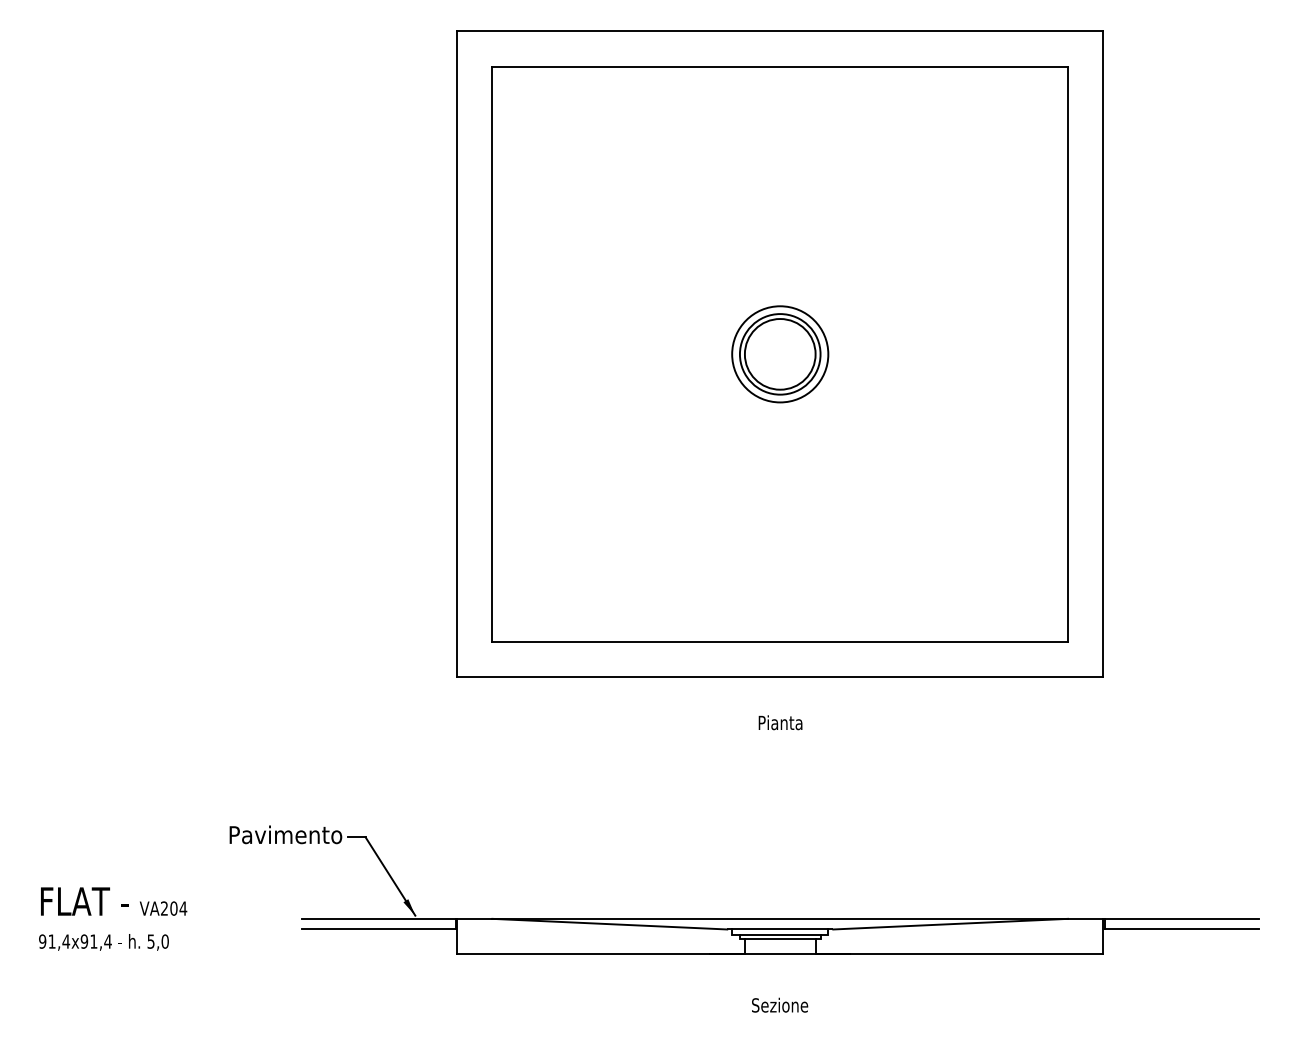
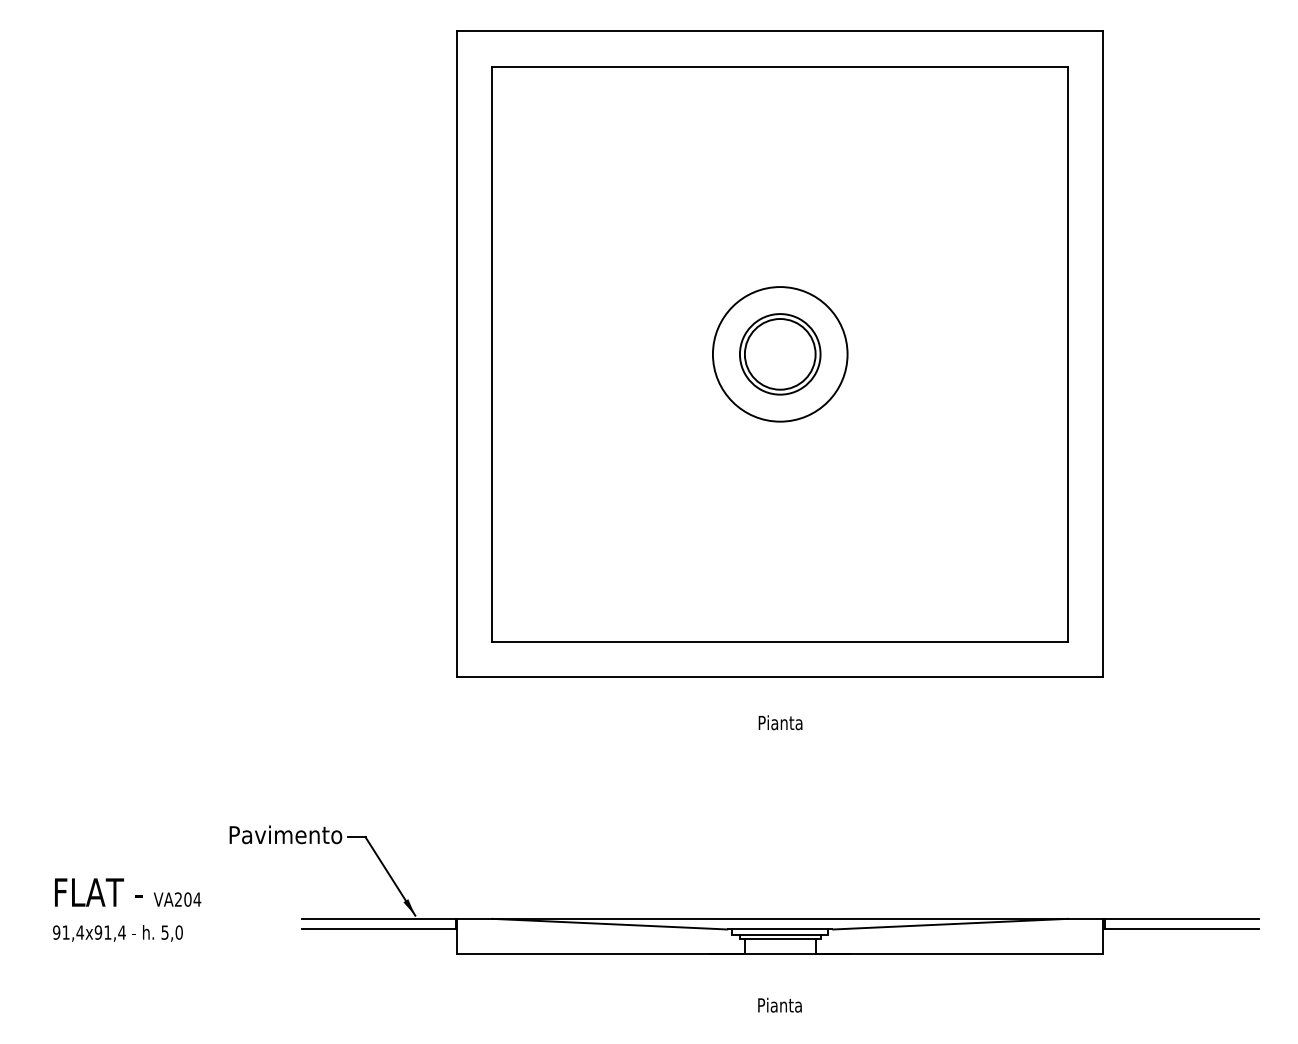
circle at (780, 354) diameter: 96 px -> 135 px
text at (113, 918) position: (113, 918) -> (127, 909)
text at (780, 1004): Sezione -> Pianta
